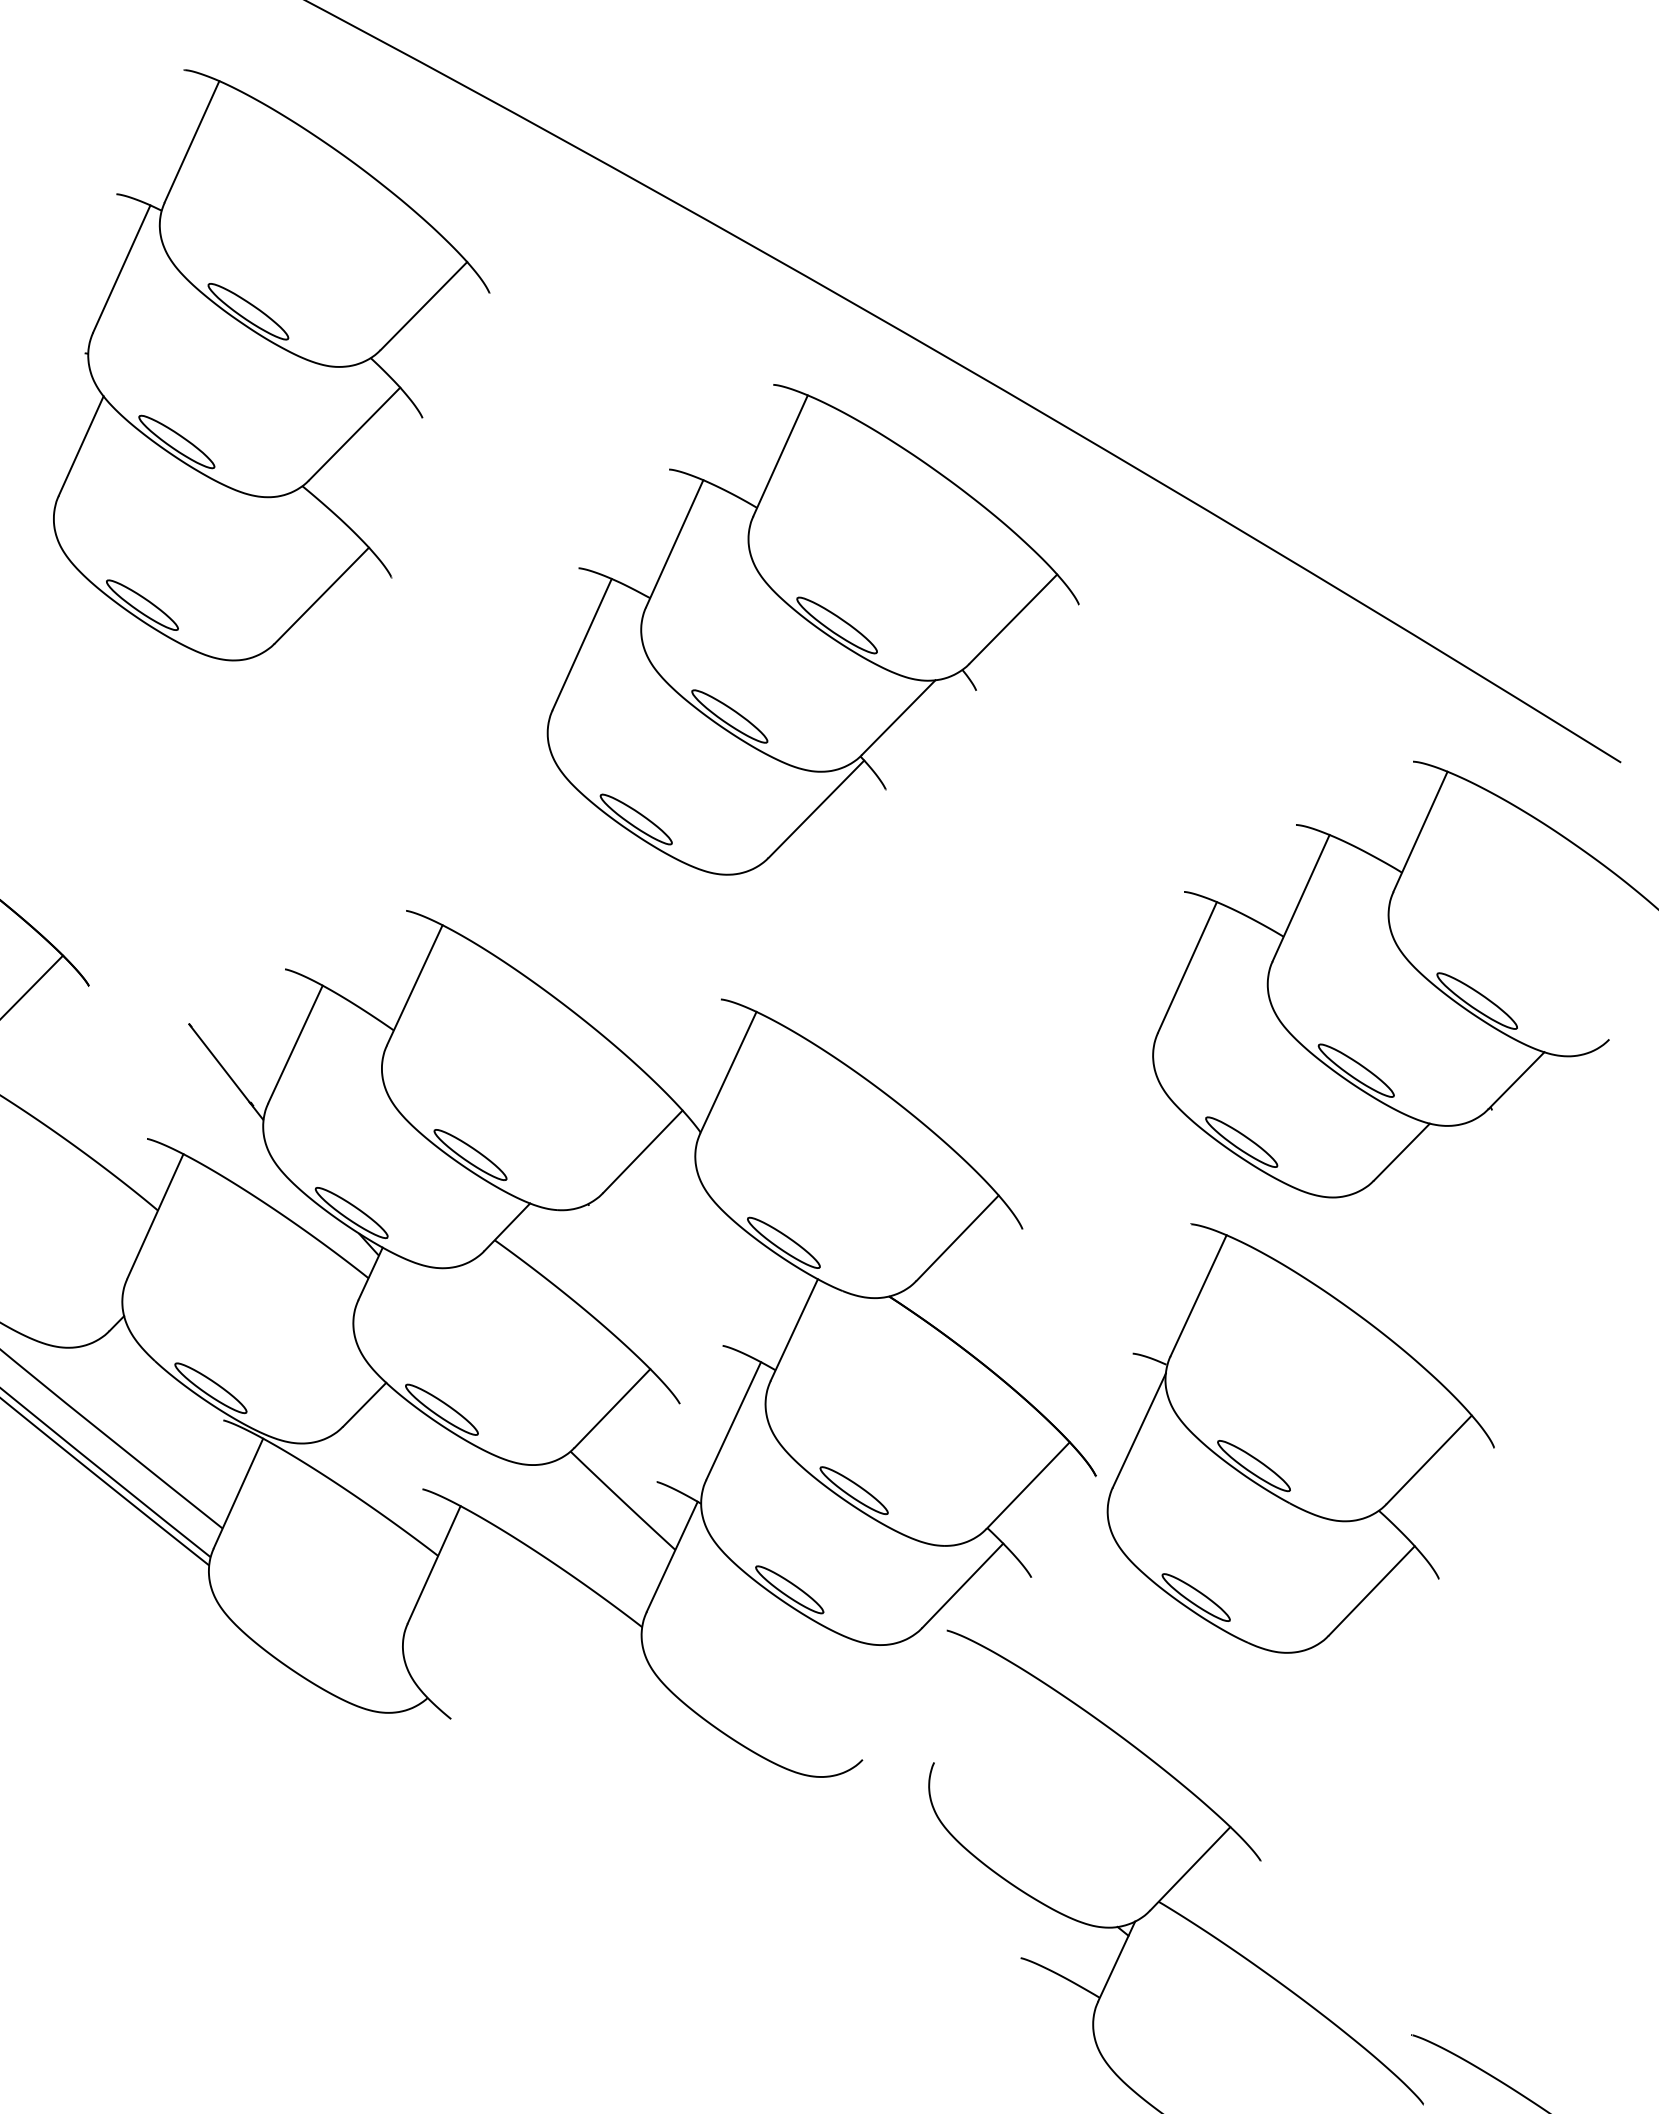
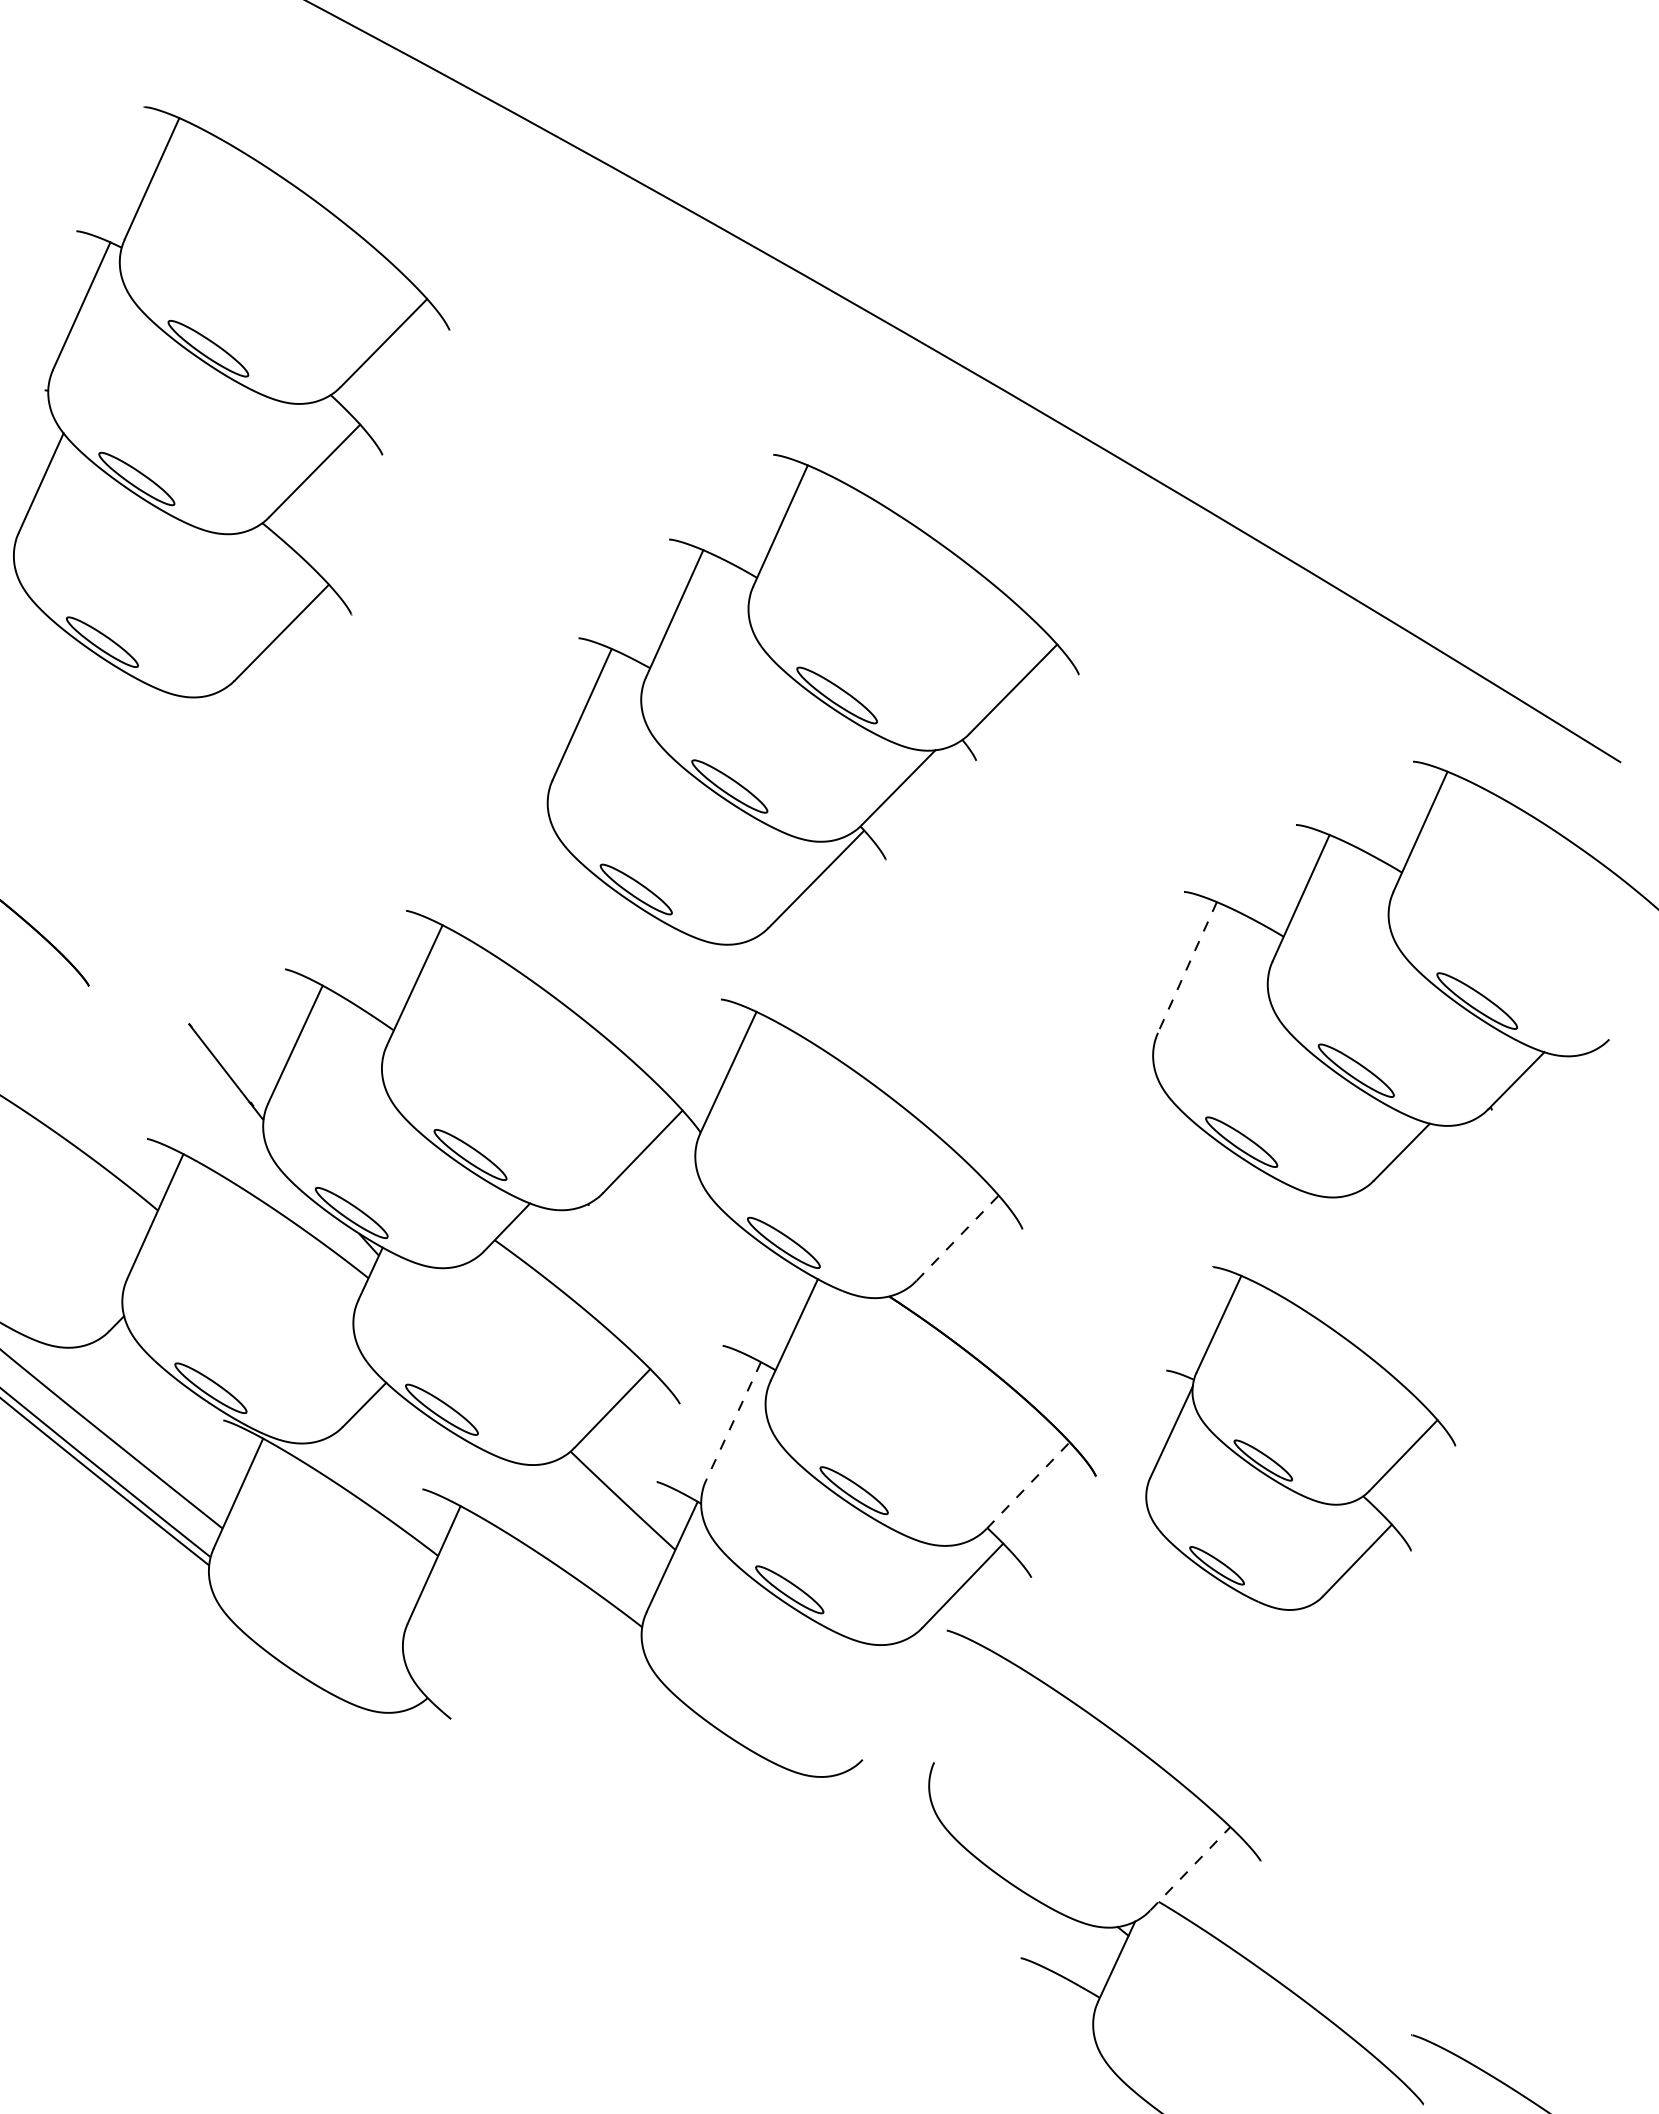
part at (271, 365) position: (271, 365) -> (231, 402)
part at (812, 629) position: (812, 629) -> (812, 699)
line at (1187, 967): solid -> dashed
line at (32, 986): present -> none
line at (958, 1237): solid -> dashed
line at (733, 1421): solid -> dashed
part at (1300, 1438) size: 389x431 px -> 312x345 px
line at (1028, 1485): solid -> dashed
line at (1190, 1868): solid -> dashed
